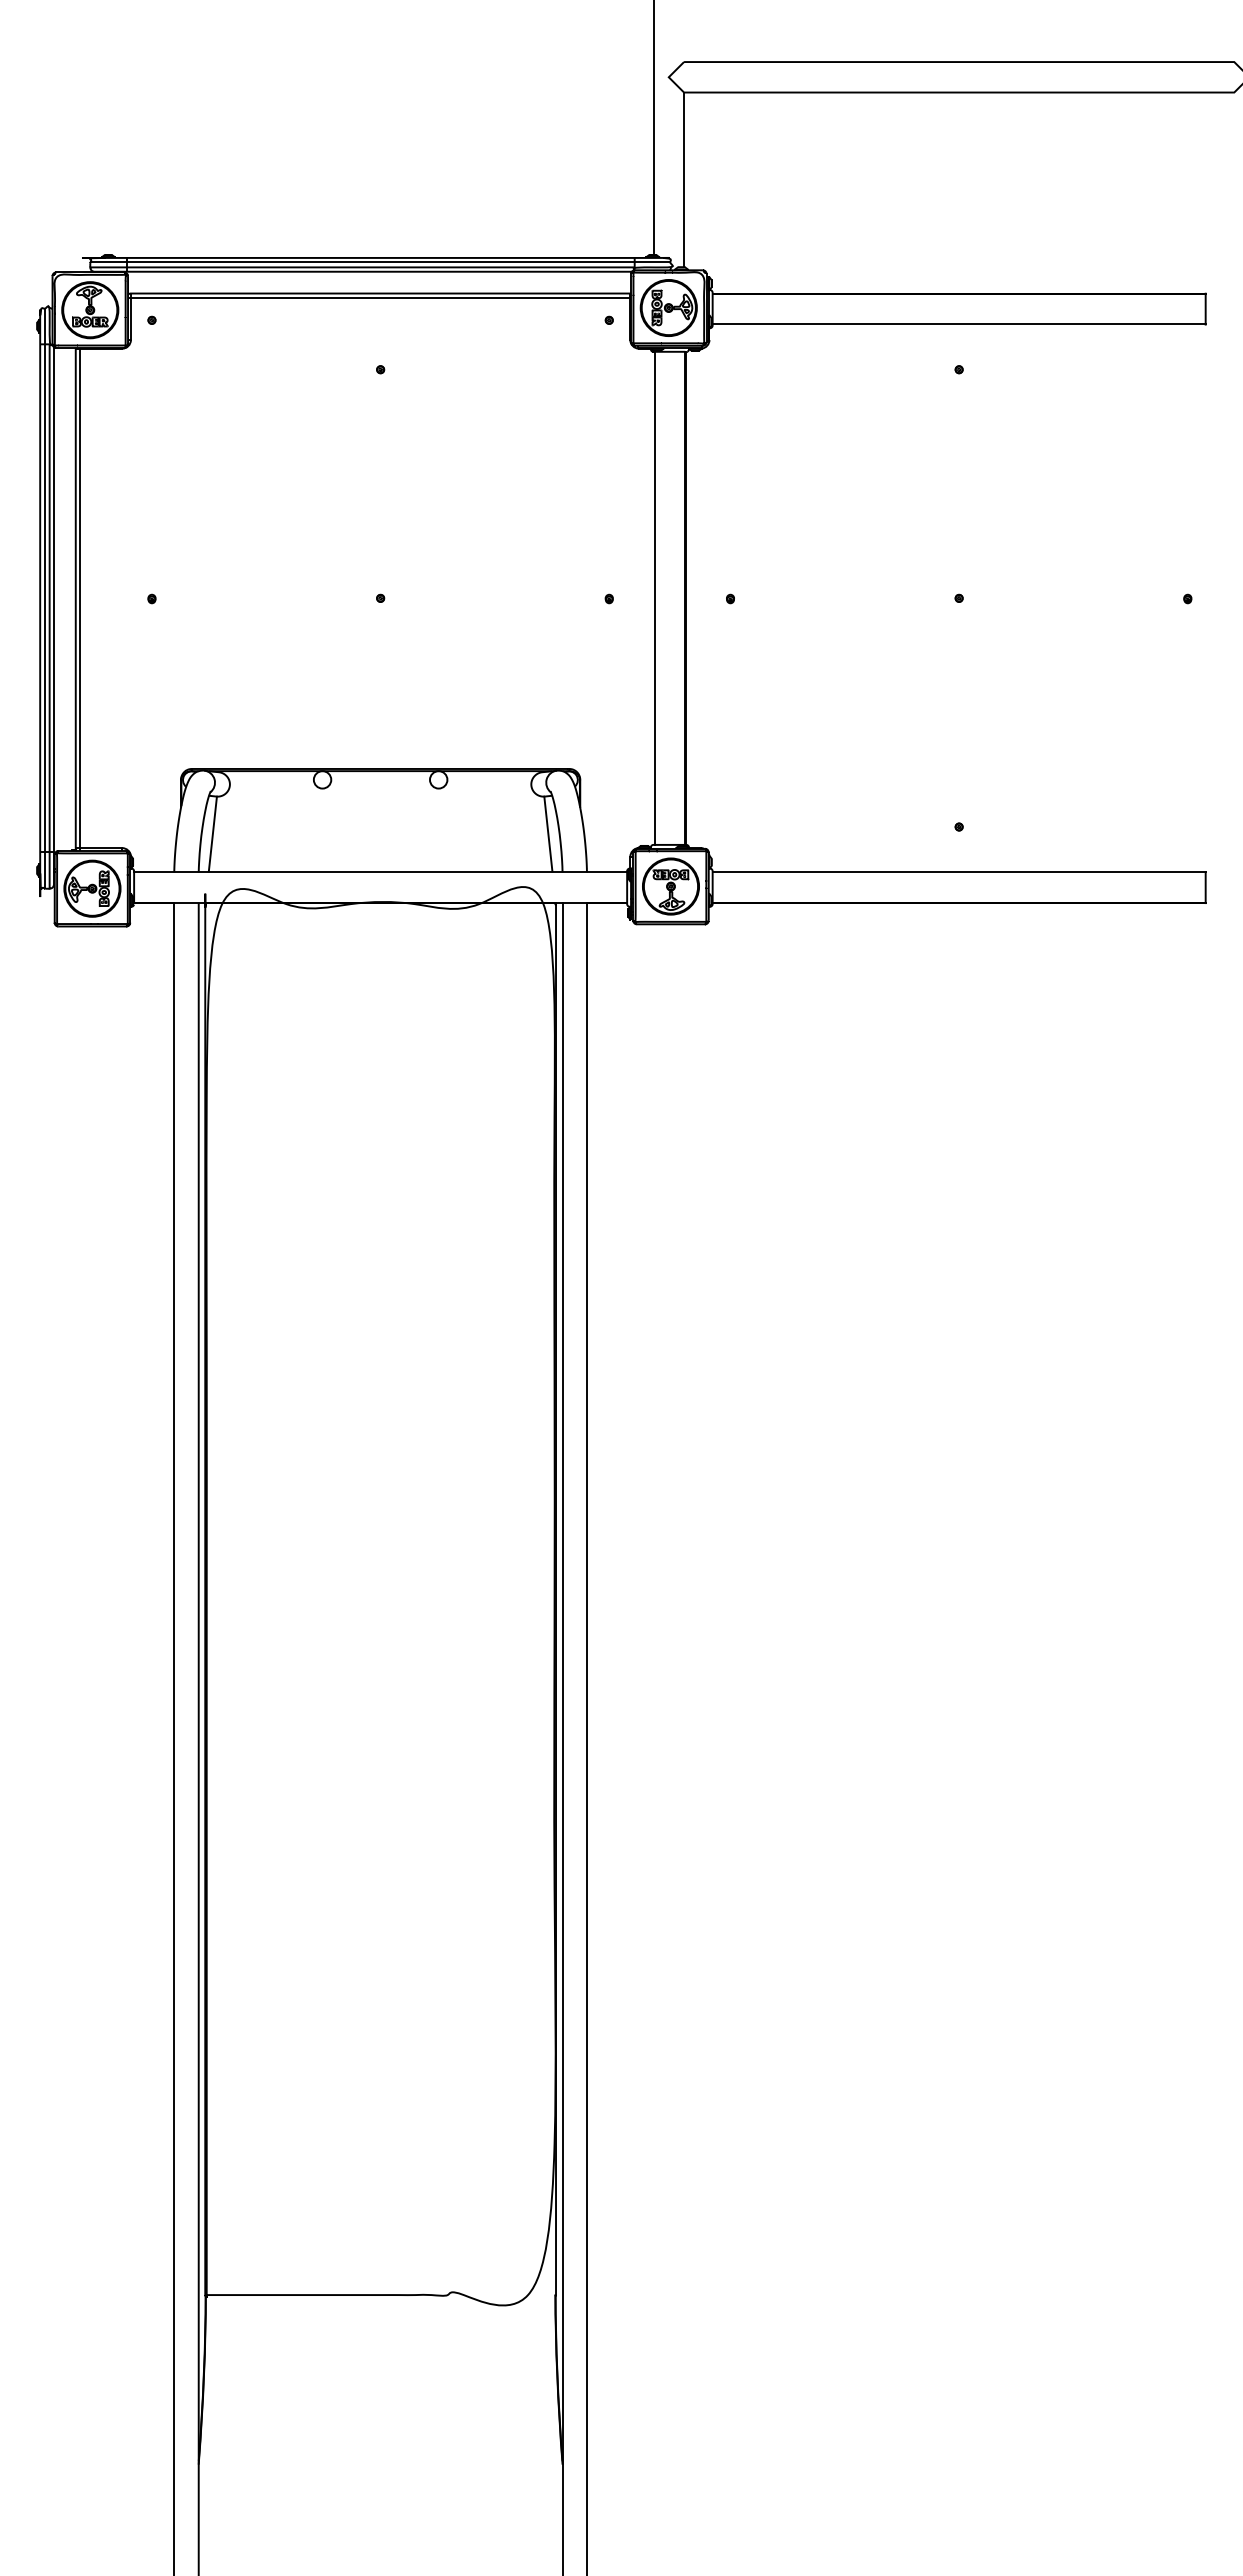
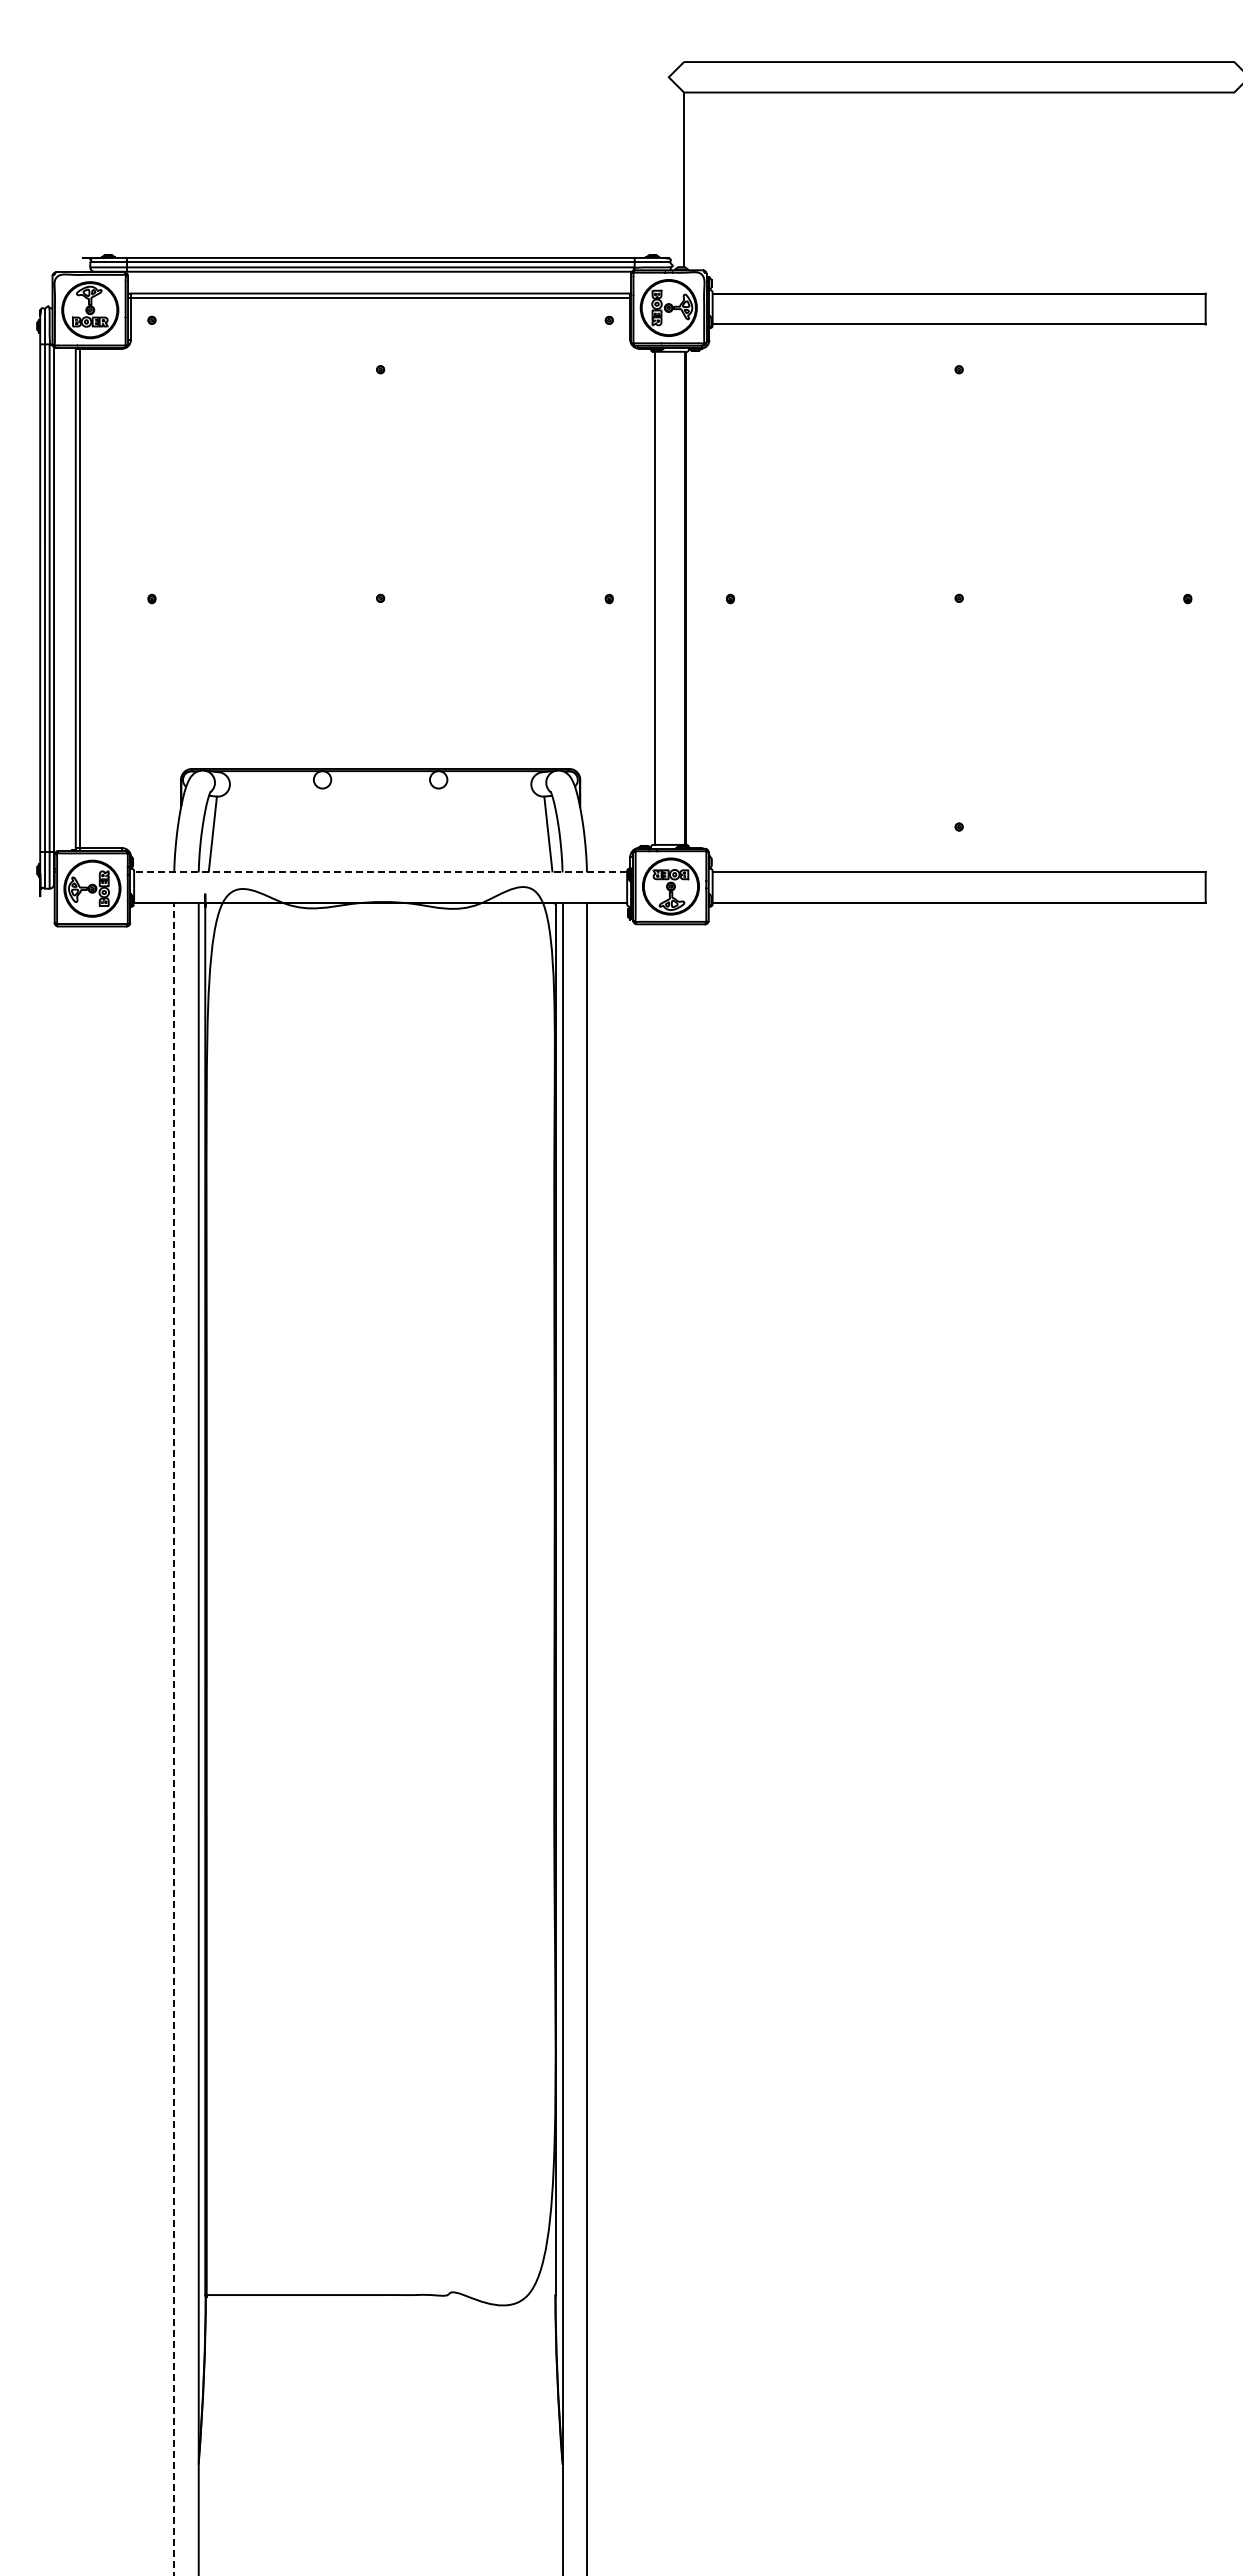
line at (653, 128): present -> none
line at (380, 872): solid -> dashed
line at (174, 1738): solid -> dashed
